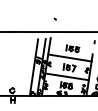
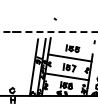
line at (49, 32): solid -> dashed
